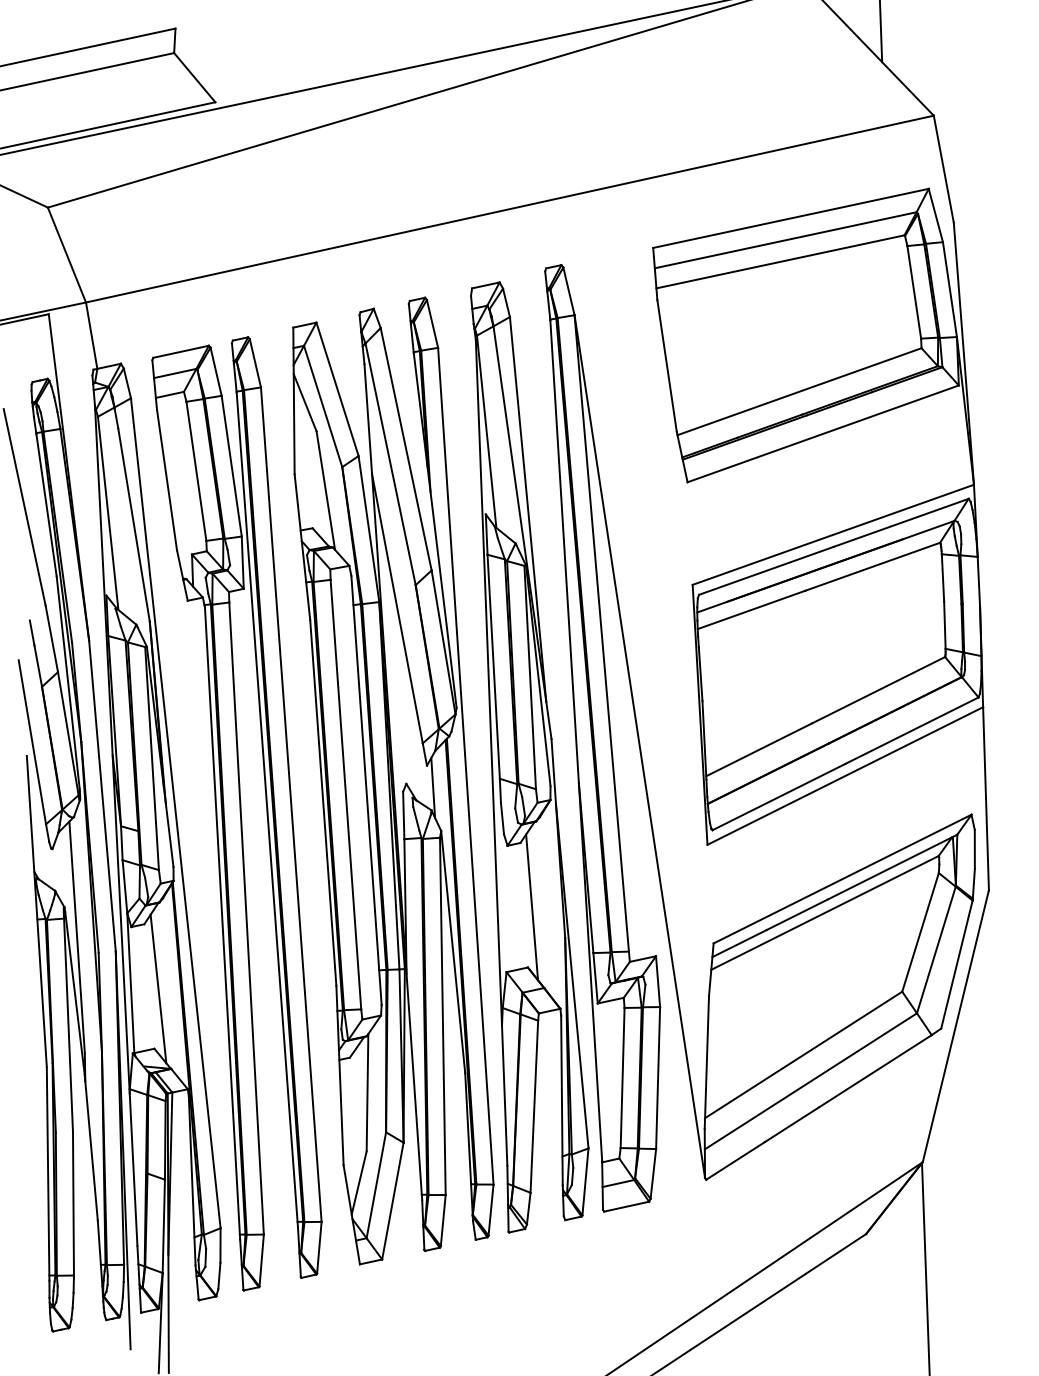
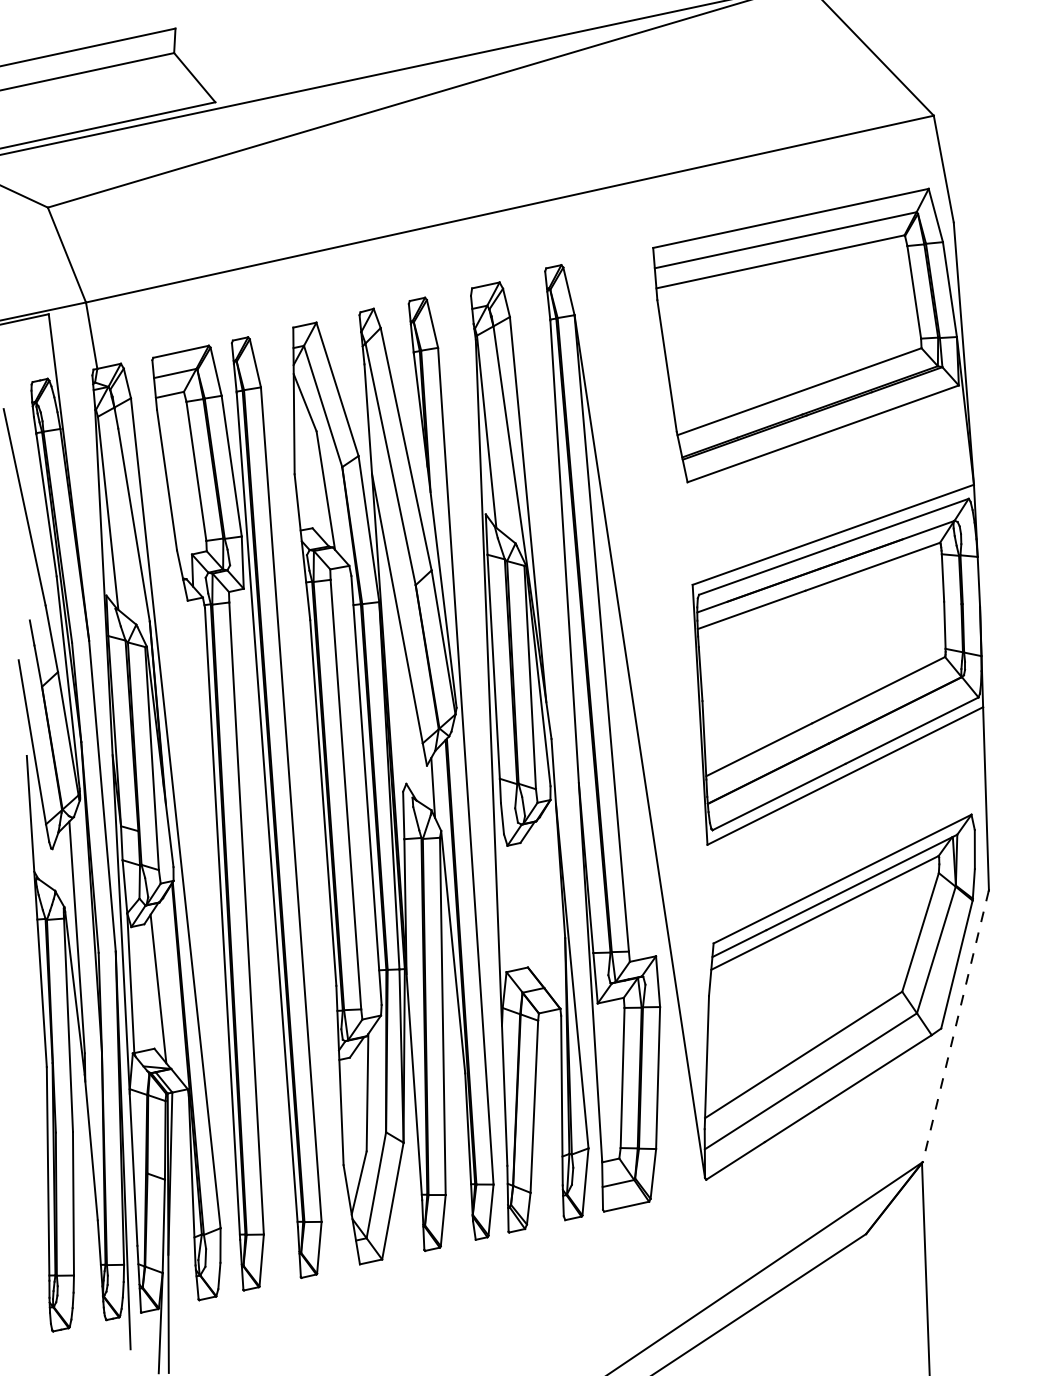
line at (880, 32): present -> none
line at (532, 907): present -> none
line at (955, 1026): solid -> dashed
